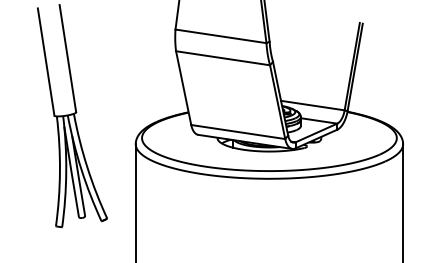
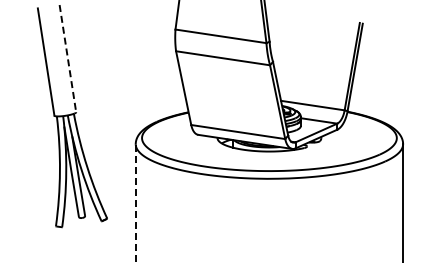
line at (67, 59): solid -> dashed
line at (135, 202): solid -> dashed
